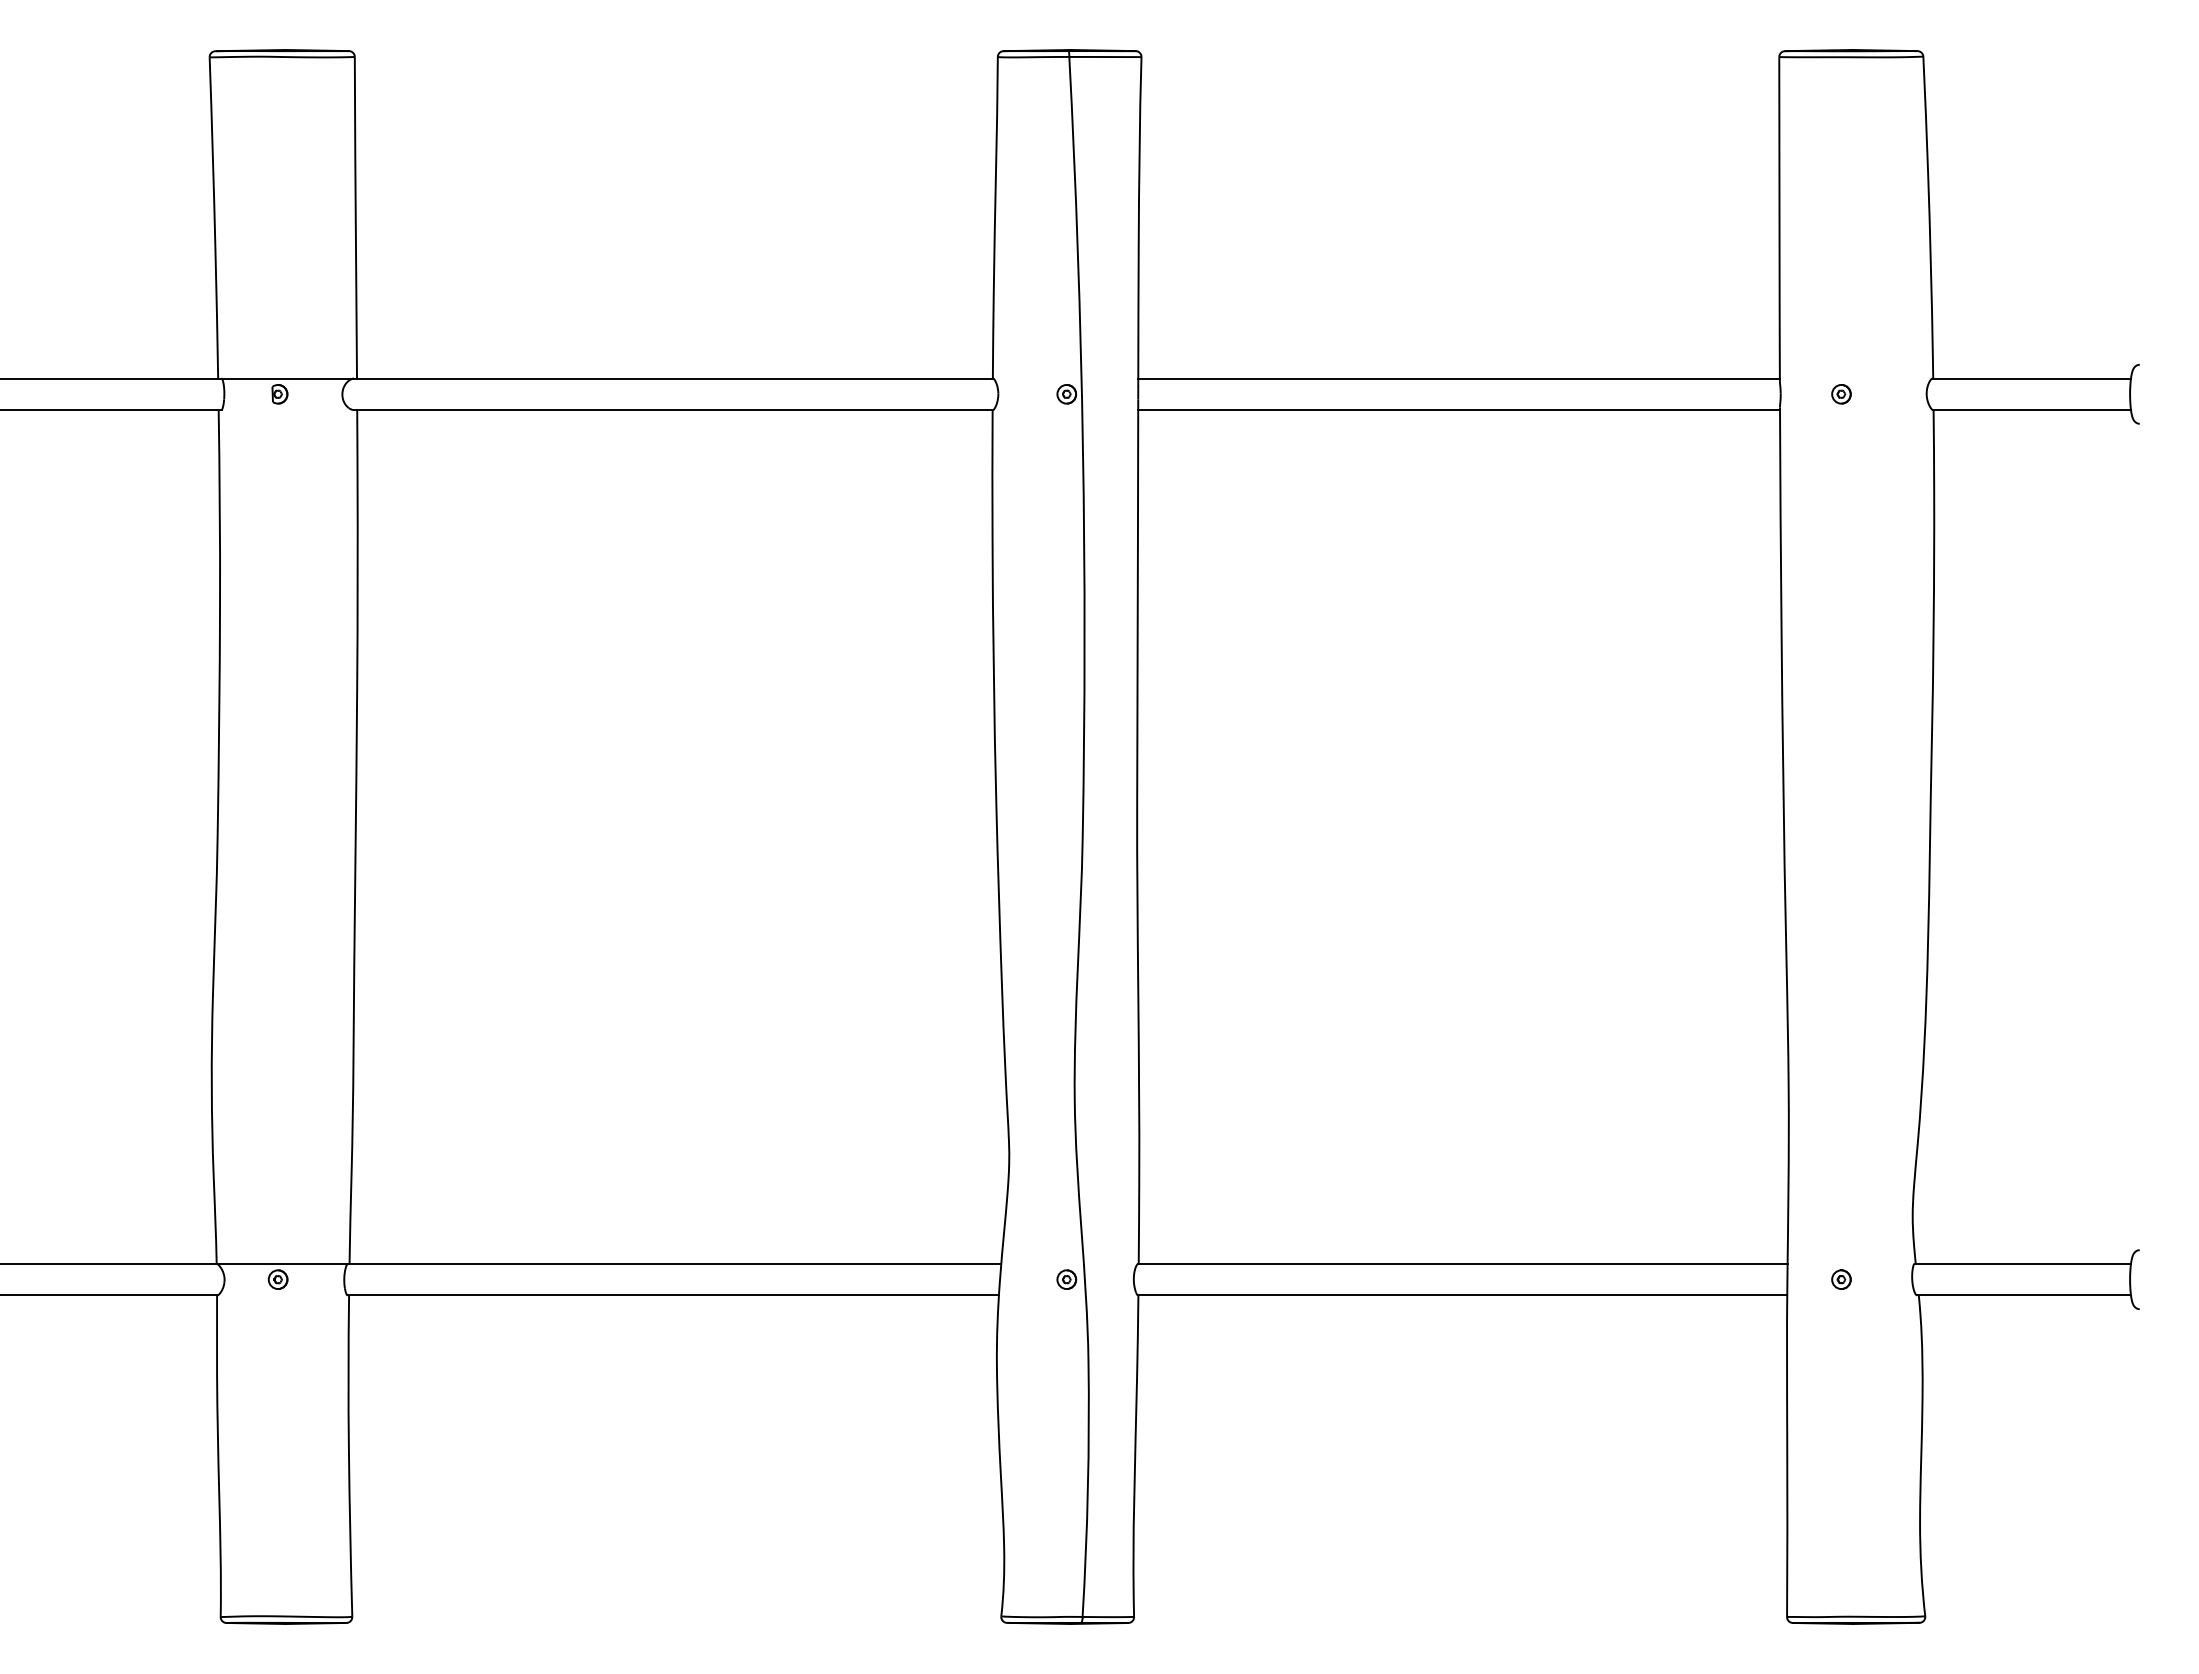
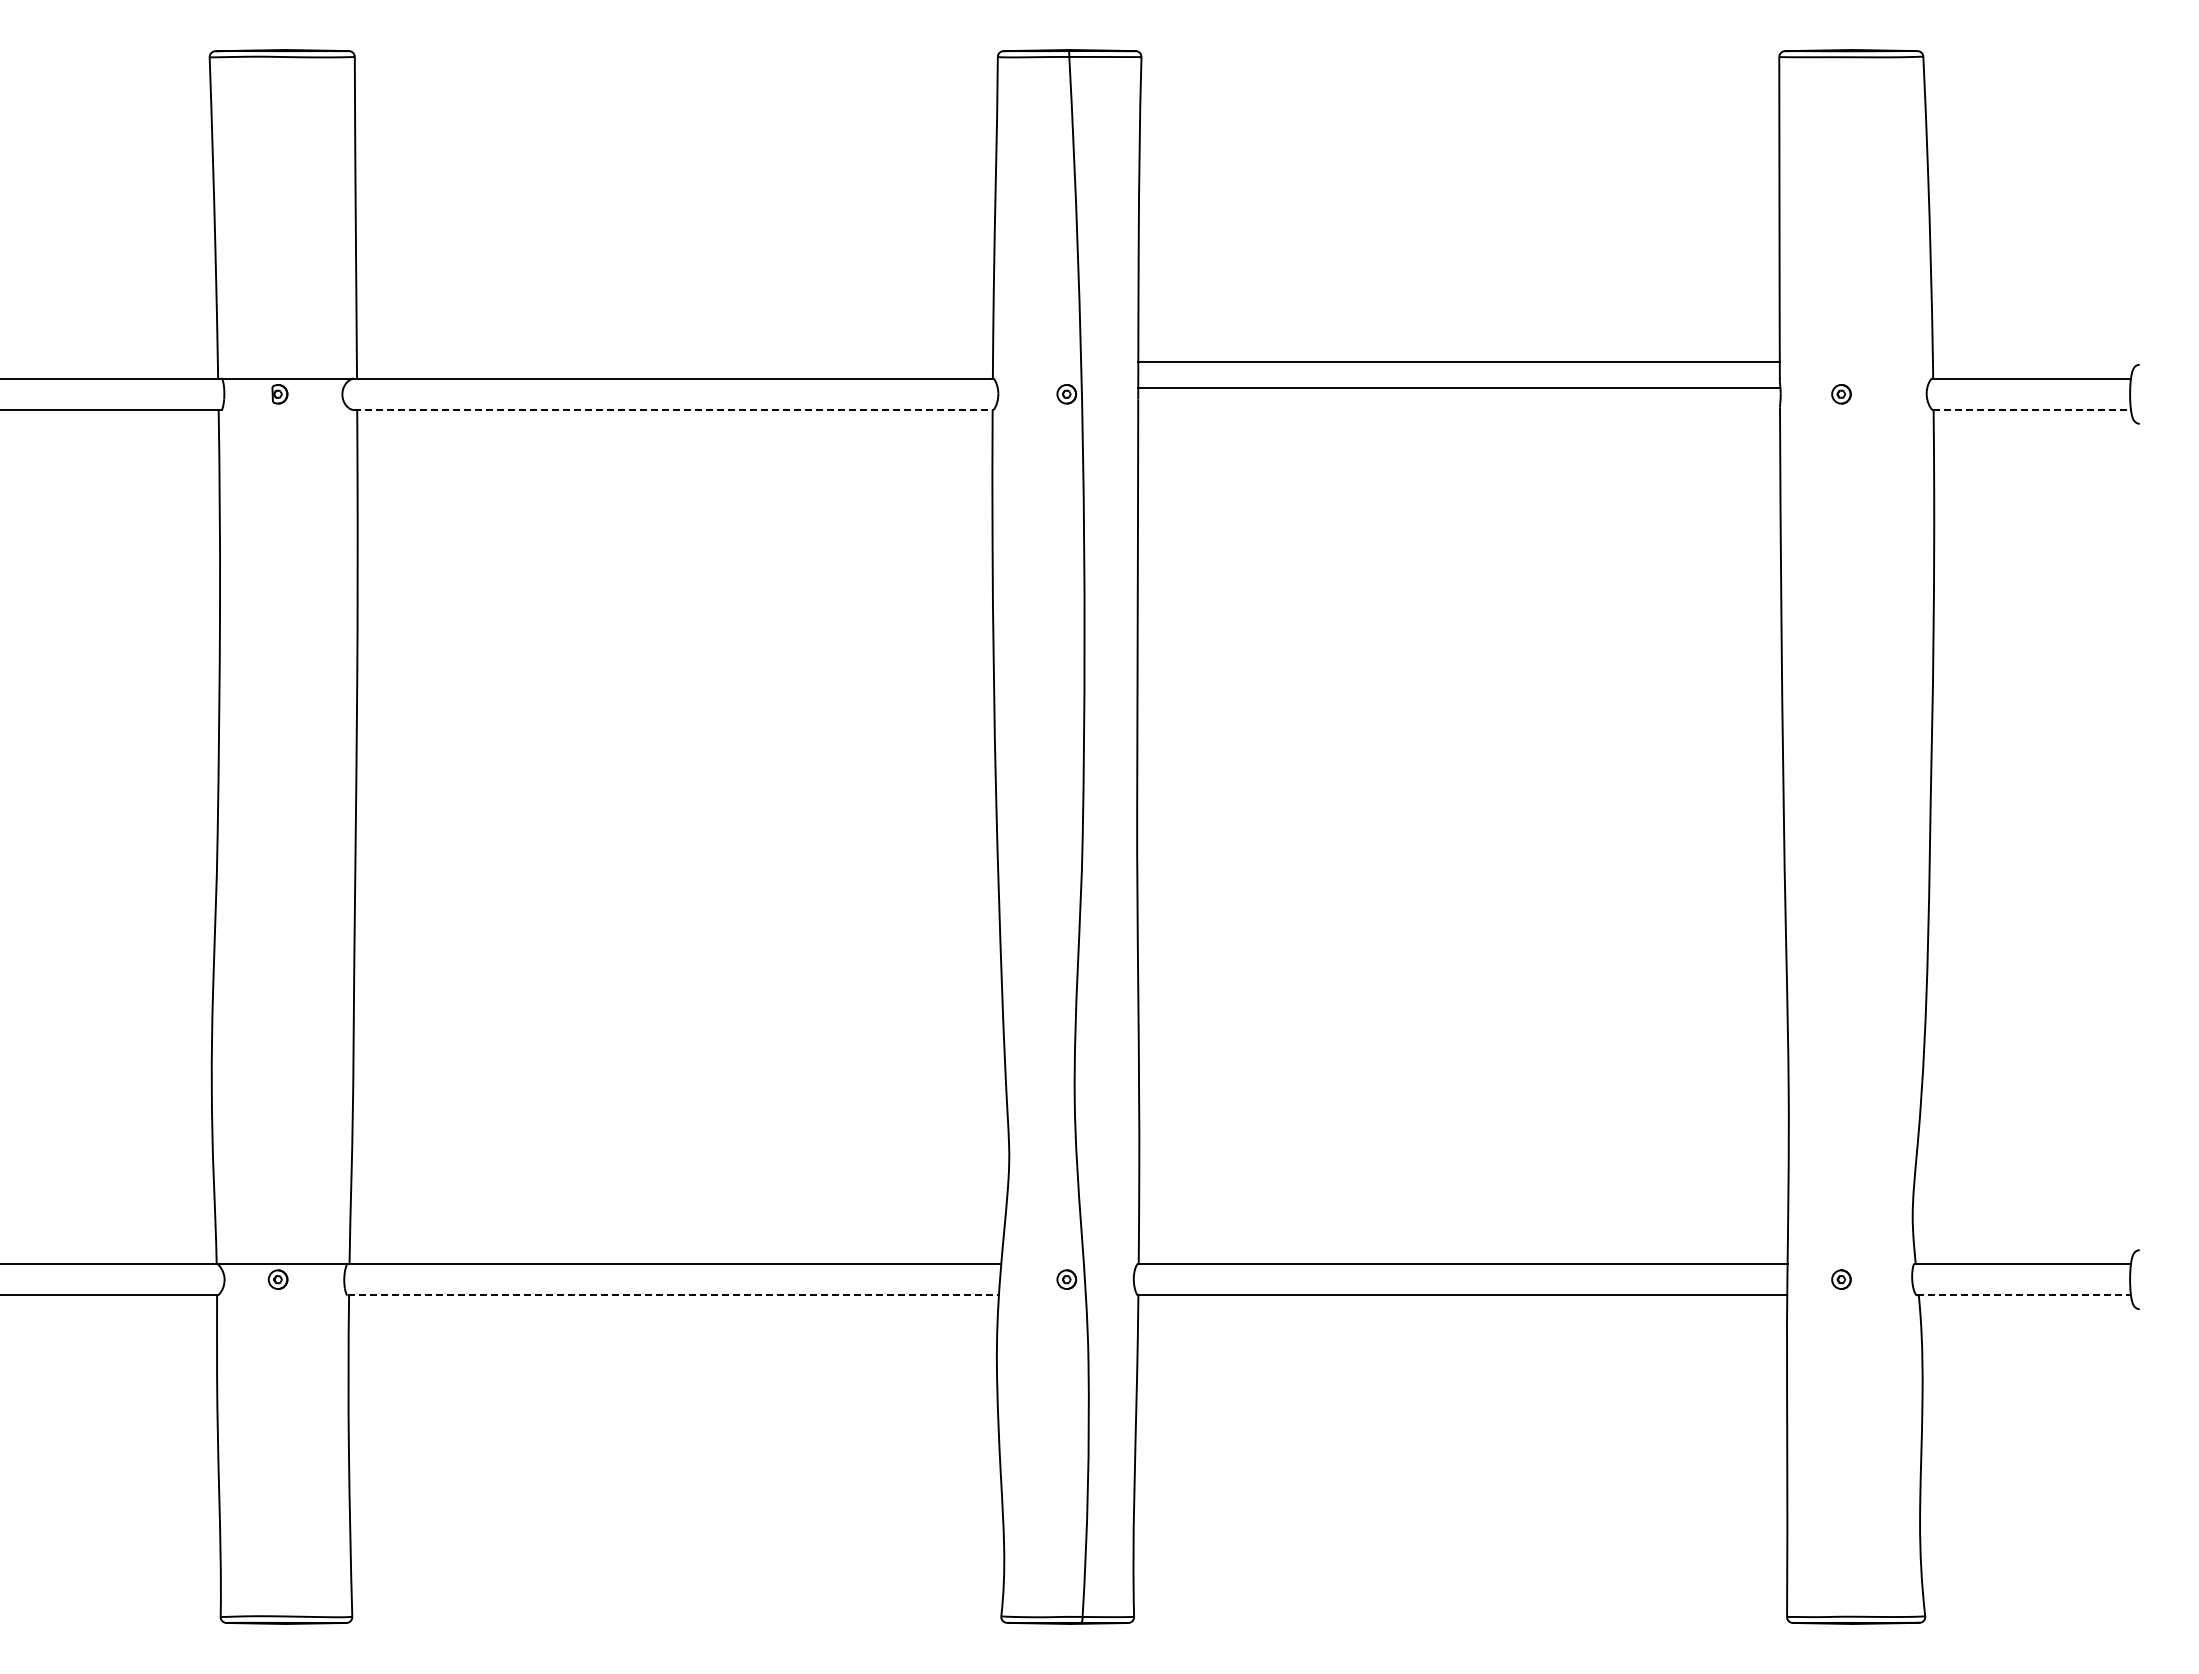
line at (1458, 378) position: (1458, 378) -> (1458, 361)
line at (673, 410): solid -> dashed
line at (1459, 410) position: (1459, 410) -> (1459, 388)
line at (2032, 410): solid -> dashed
line at (673, 1295): solid -> dashed
line at (2024, 1295): solid -> dashed
